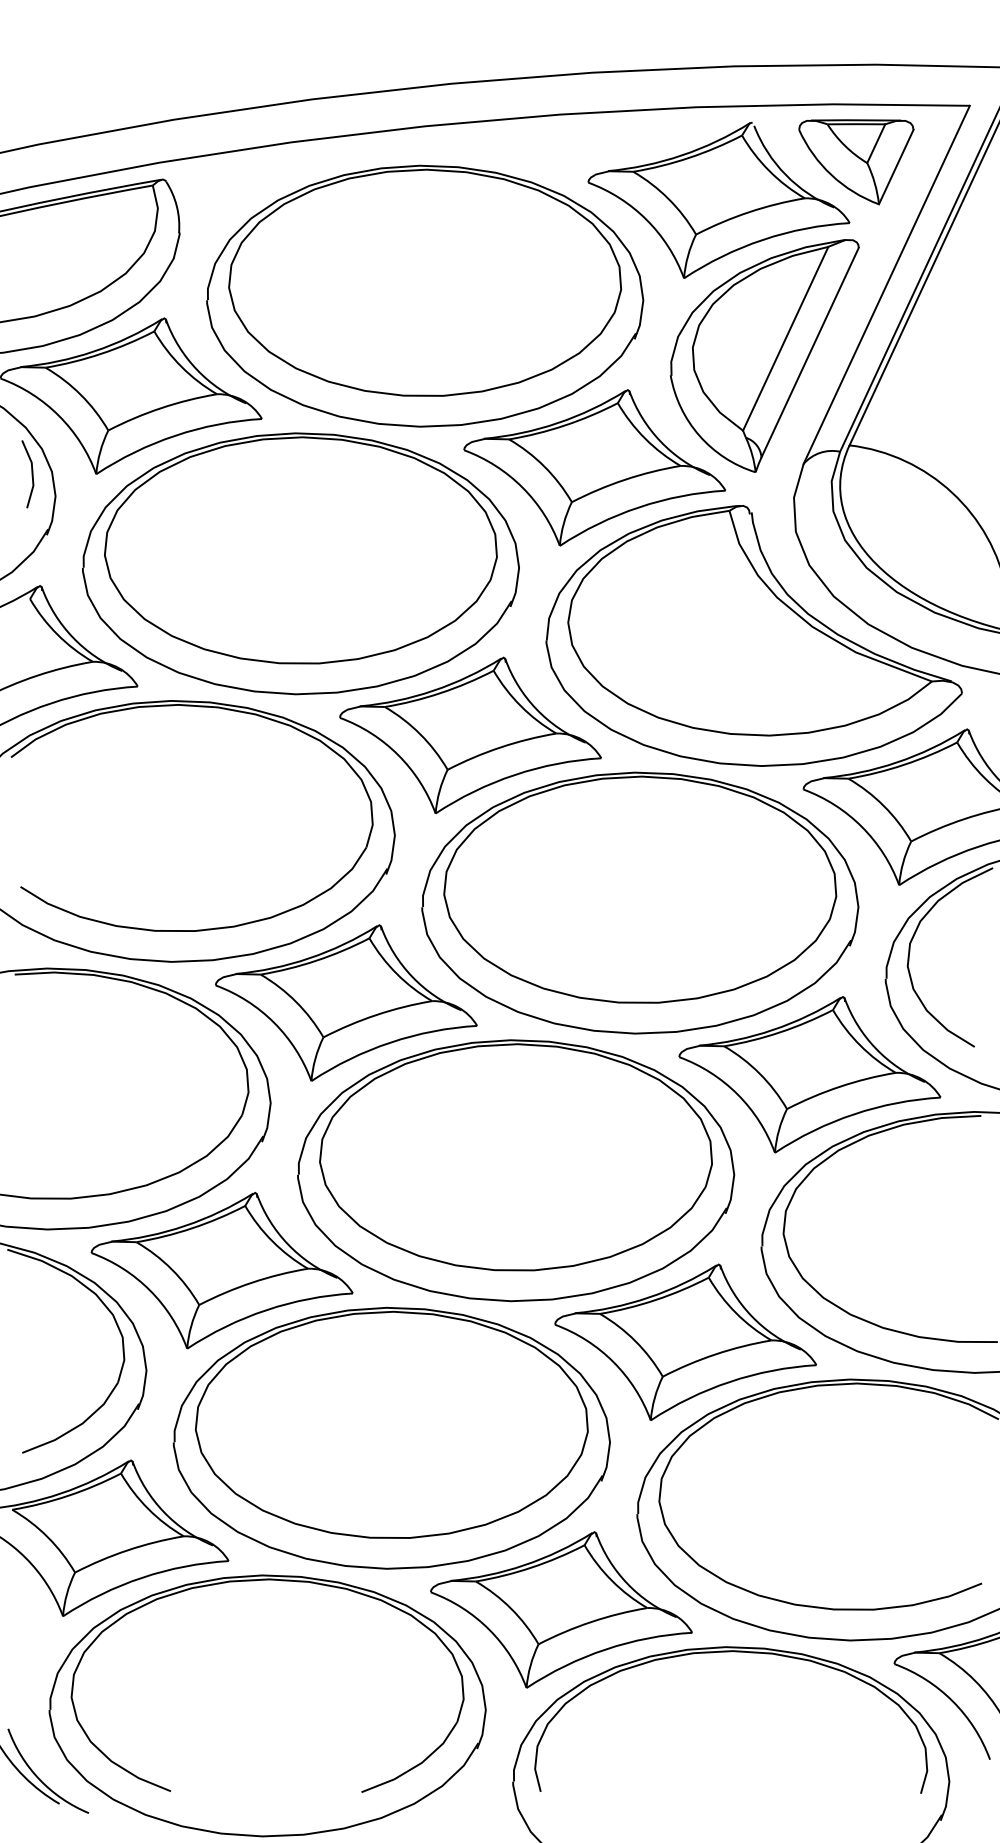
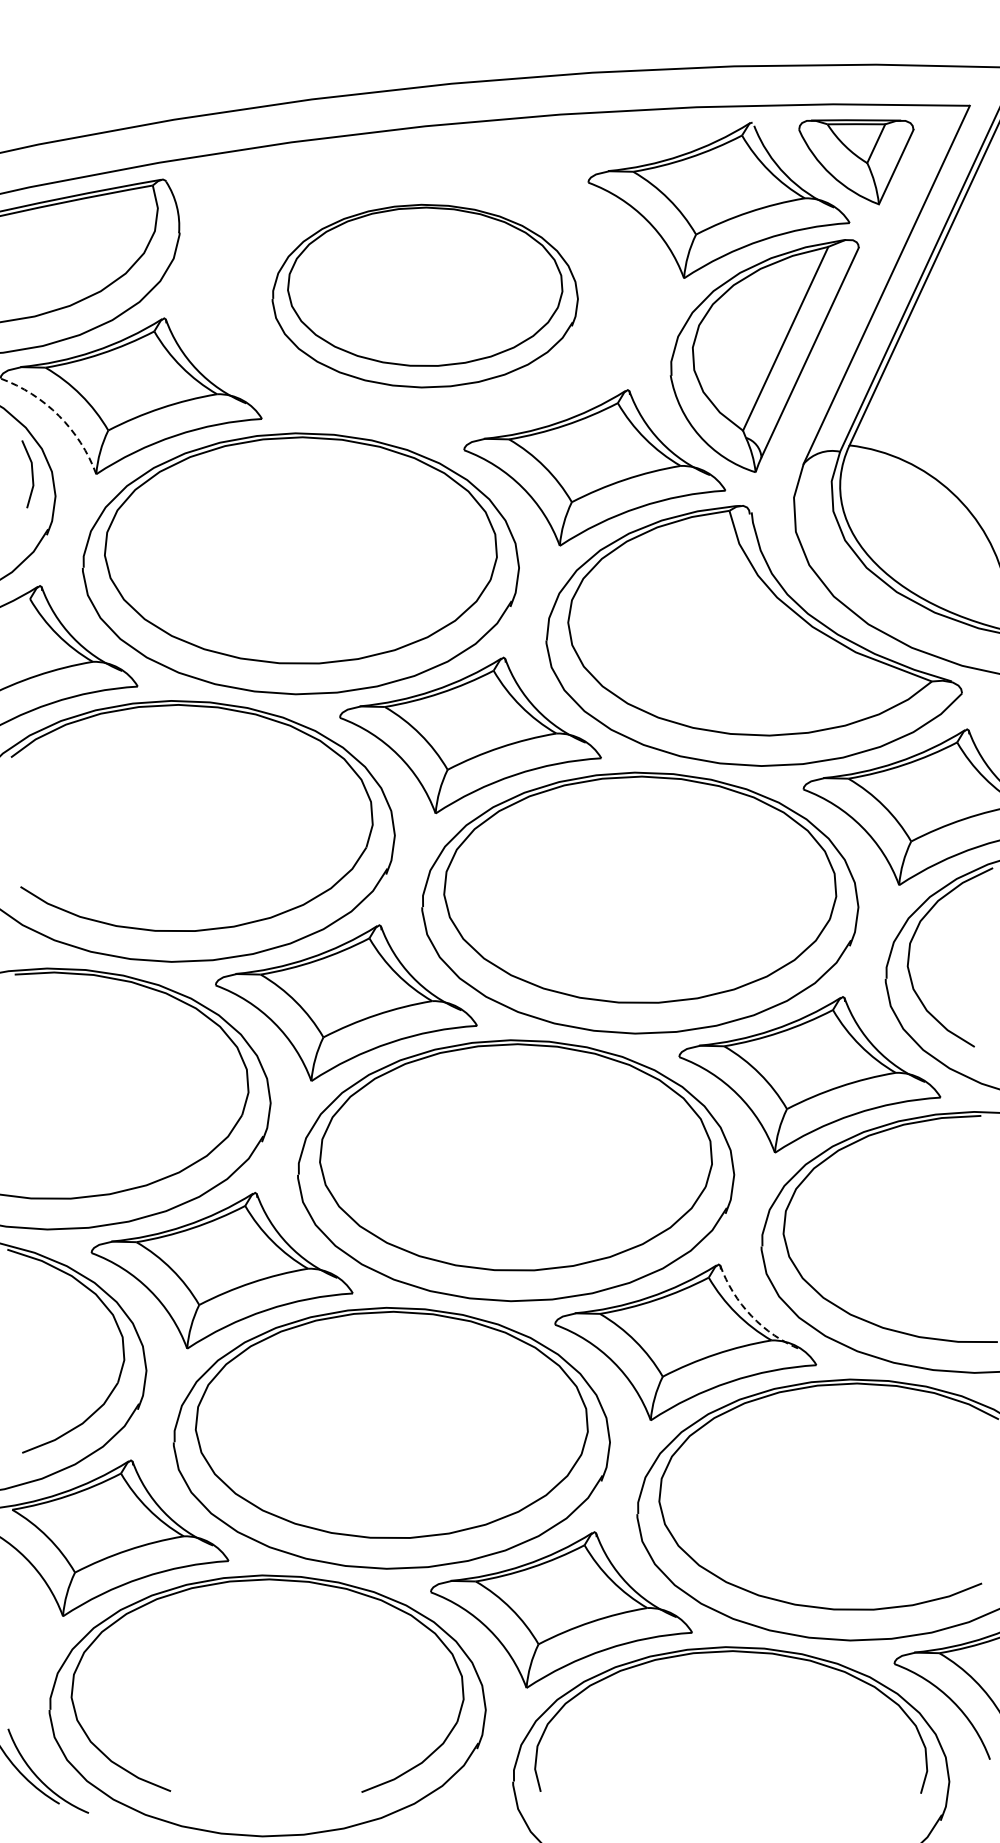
part at (425, 295) size: 439x264 px -> 308x186 px
arc at (59, 415): solid -> dashed
arc at (751, 1316): solid -> dashed
